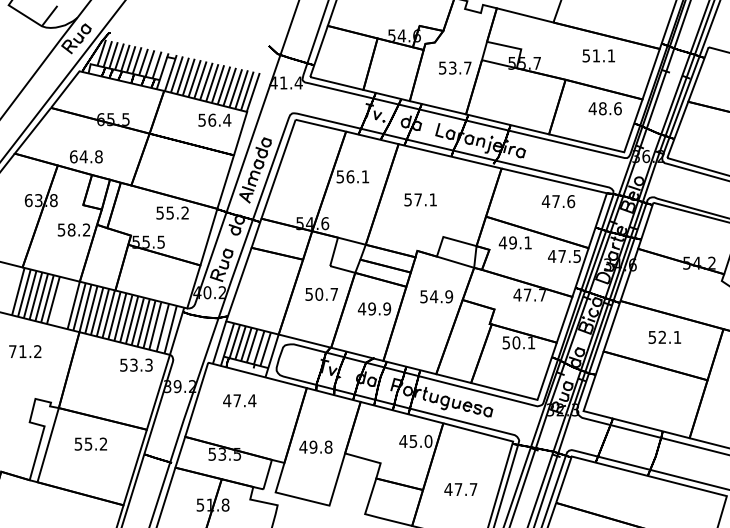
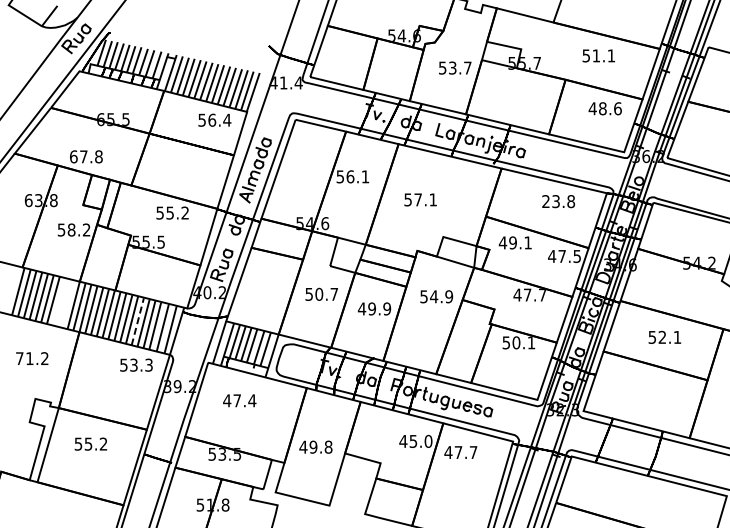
text at (83, 156): 64.8 -> 67.8
text at (558, 201): 47.6 -> 23.8
line at (137, 321): solid -> dashed
part at (25, 351) position: (25, 351) -> (32, 358)
text at (460, 489) position: (460, 489) -> (460, 452)
